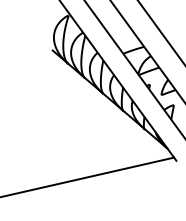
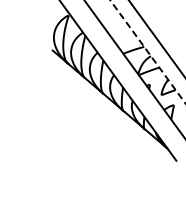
line at (160, 32) position: (160, 32) -> (156, 38)
line at (148, 52): solid -> dashed
line at (88, 176): present -> none
